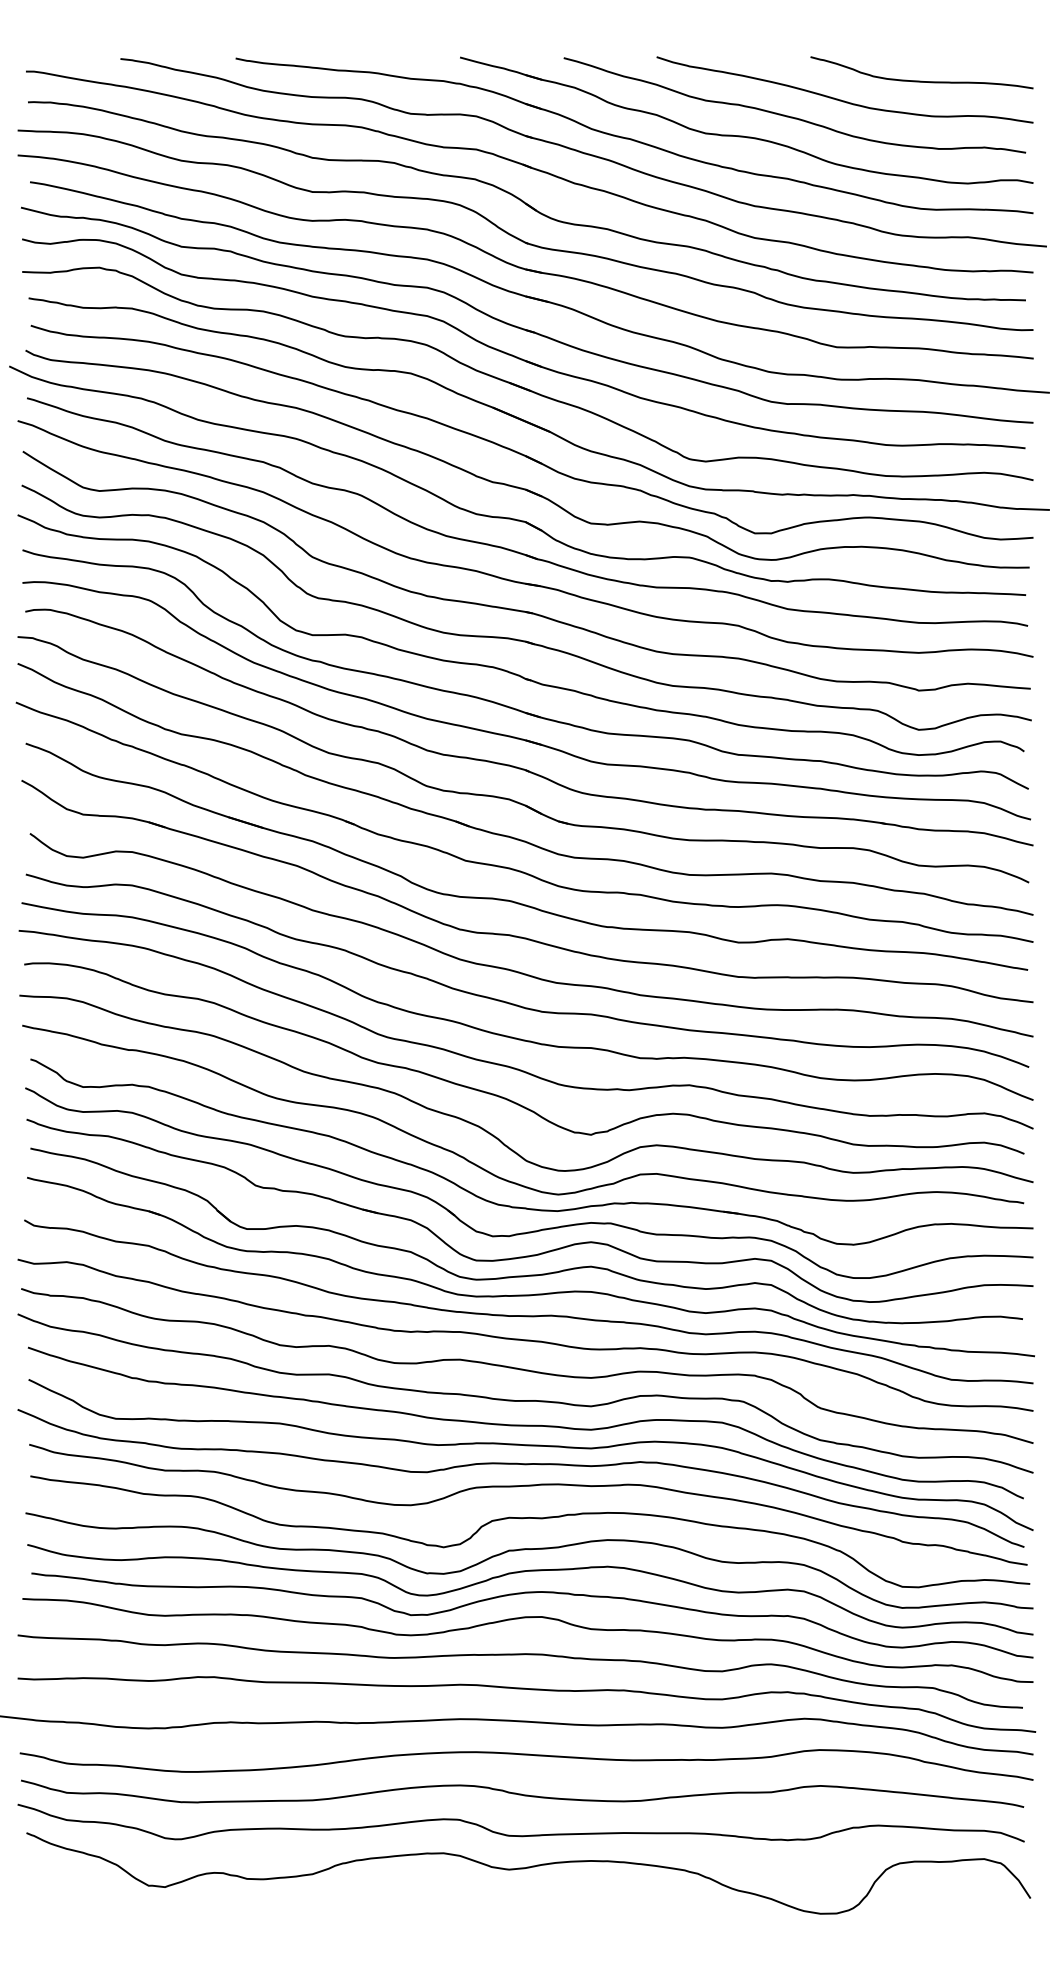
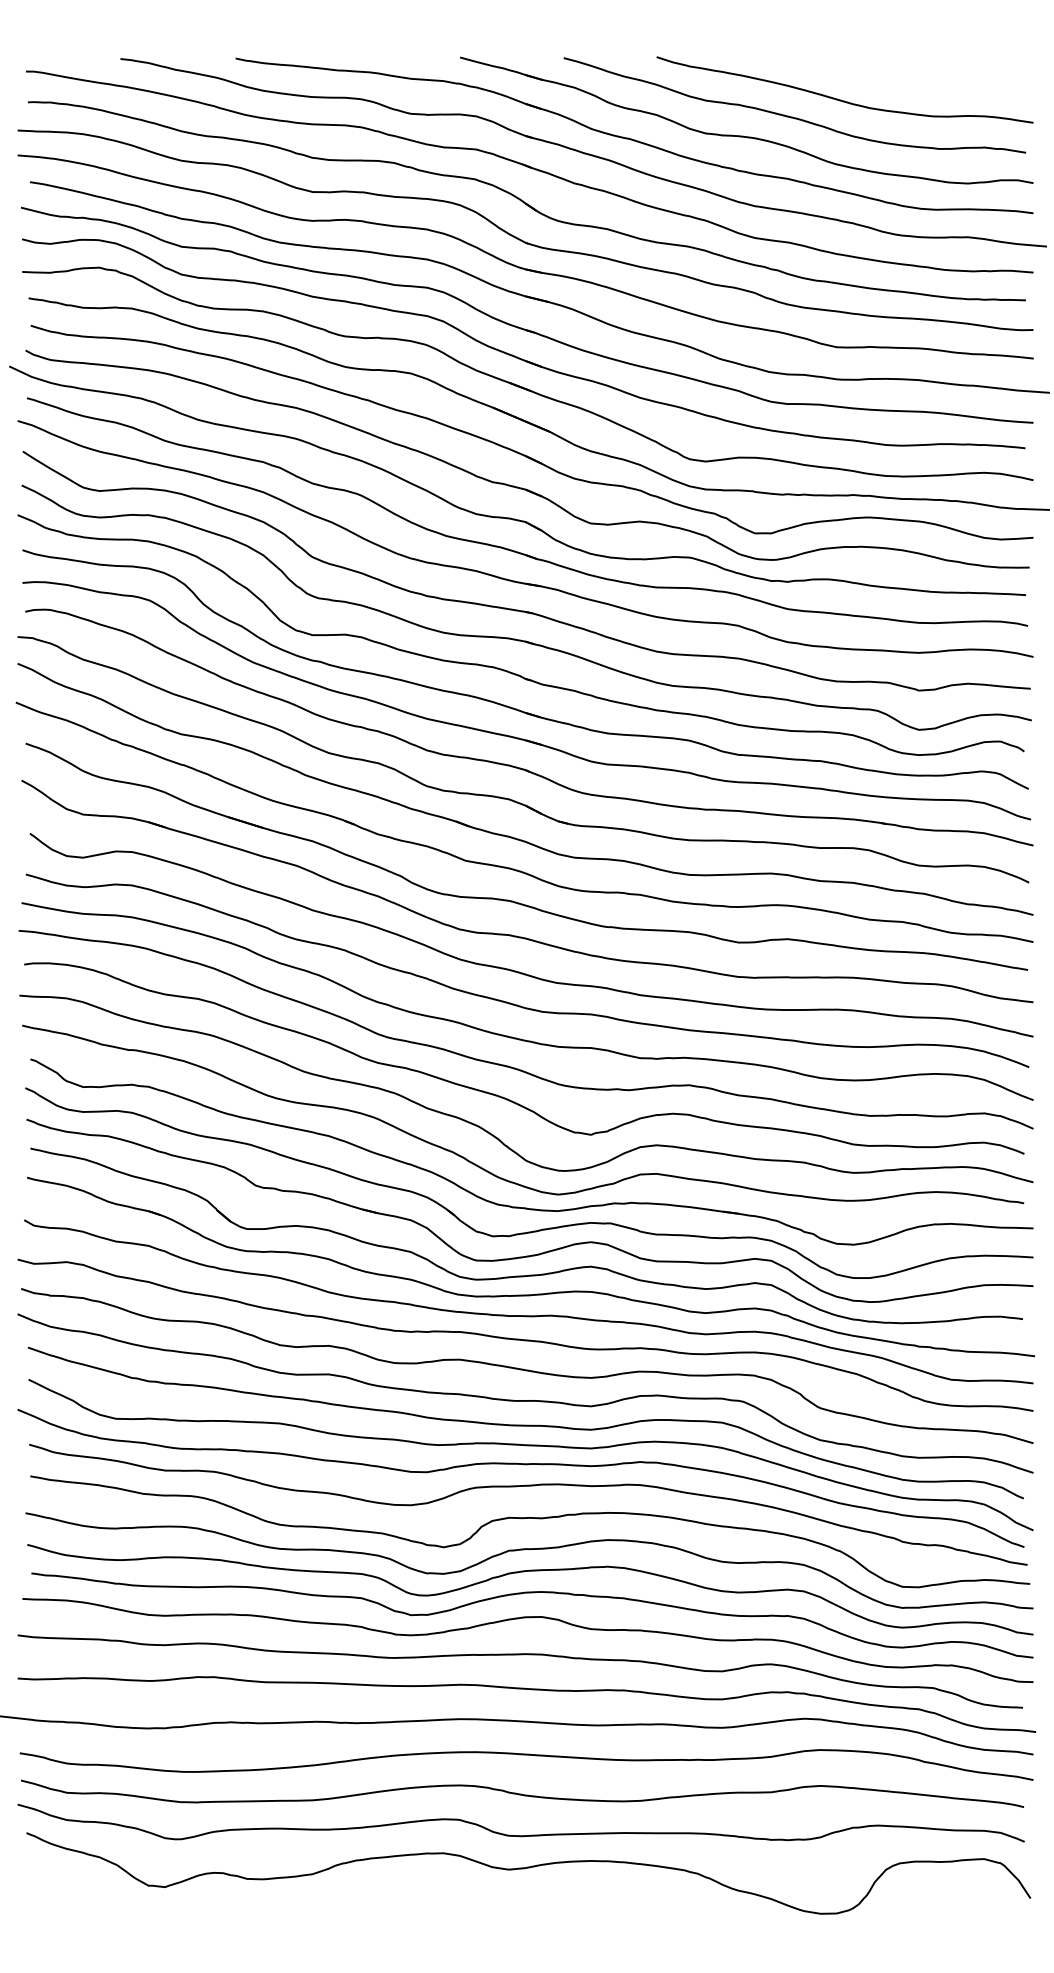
curve at (921, 80): present -> none
